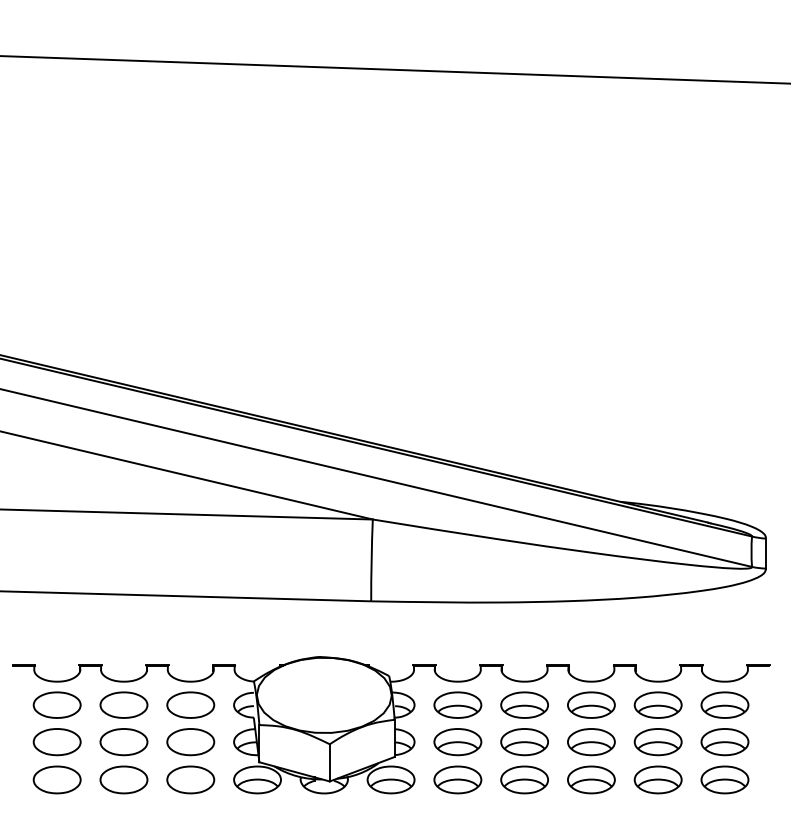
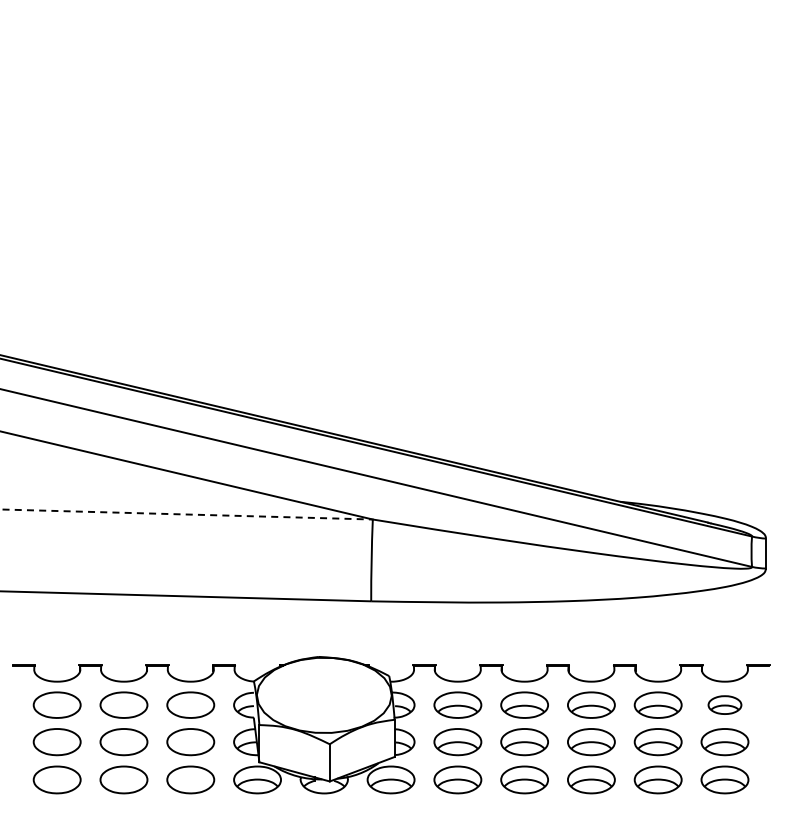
line at (394, 69): present -> none
line at (186, 514): solid -> dashed
part at (724, 704) size: 50x28 px -> 36x20 px
